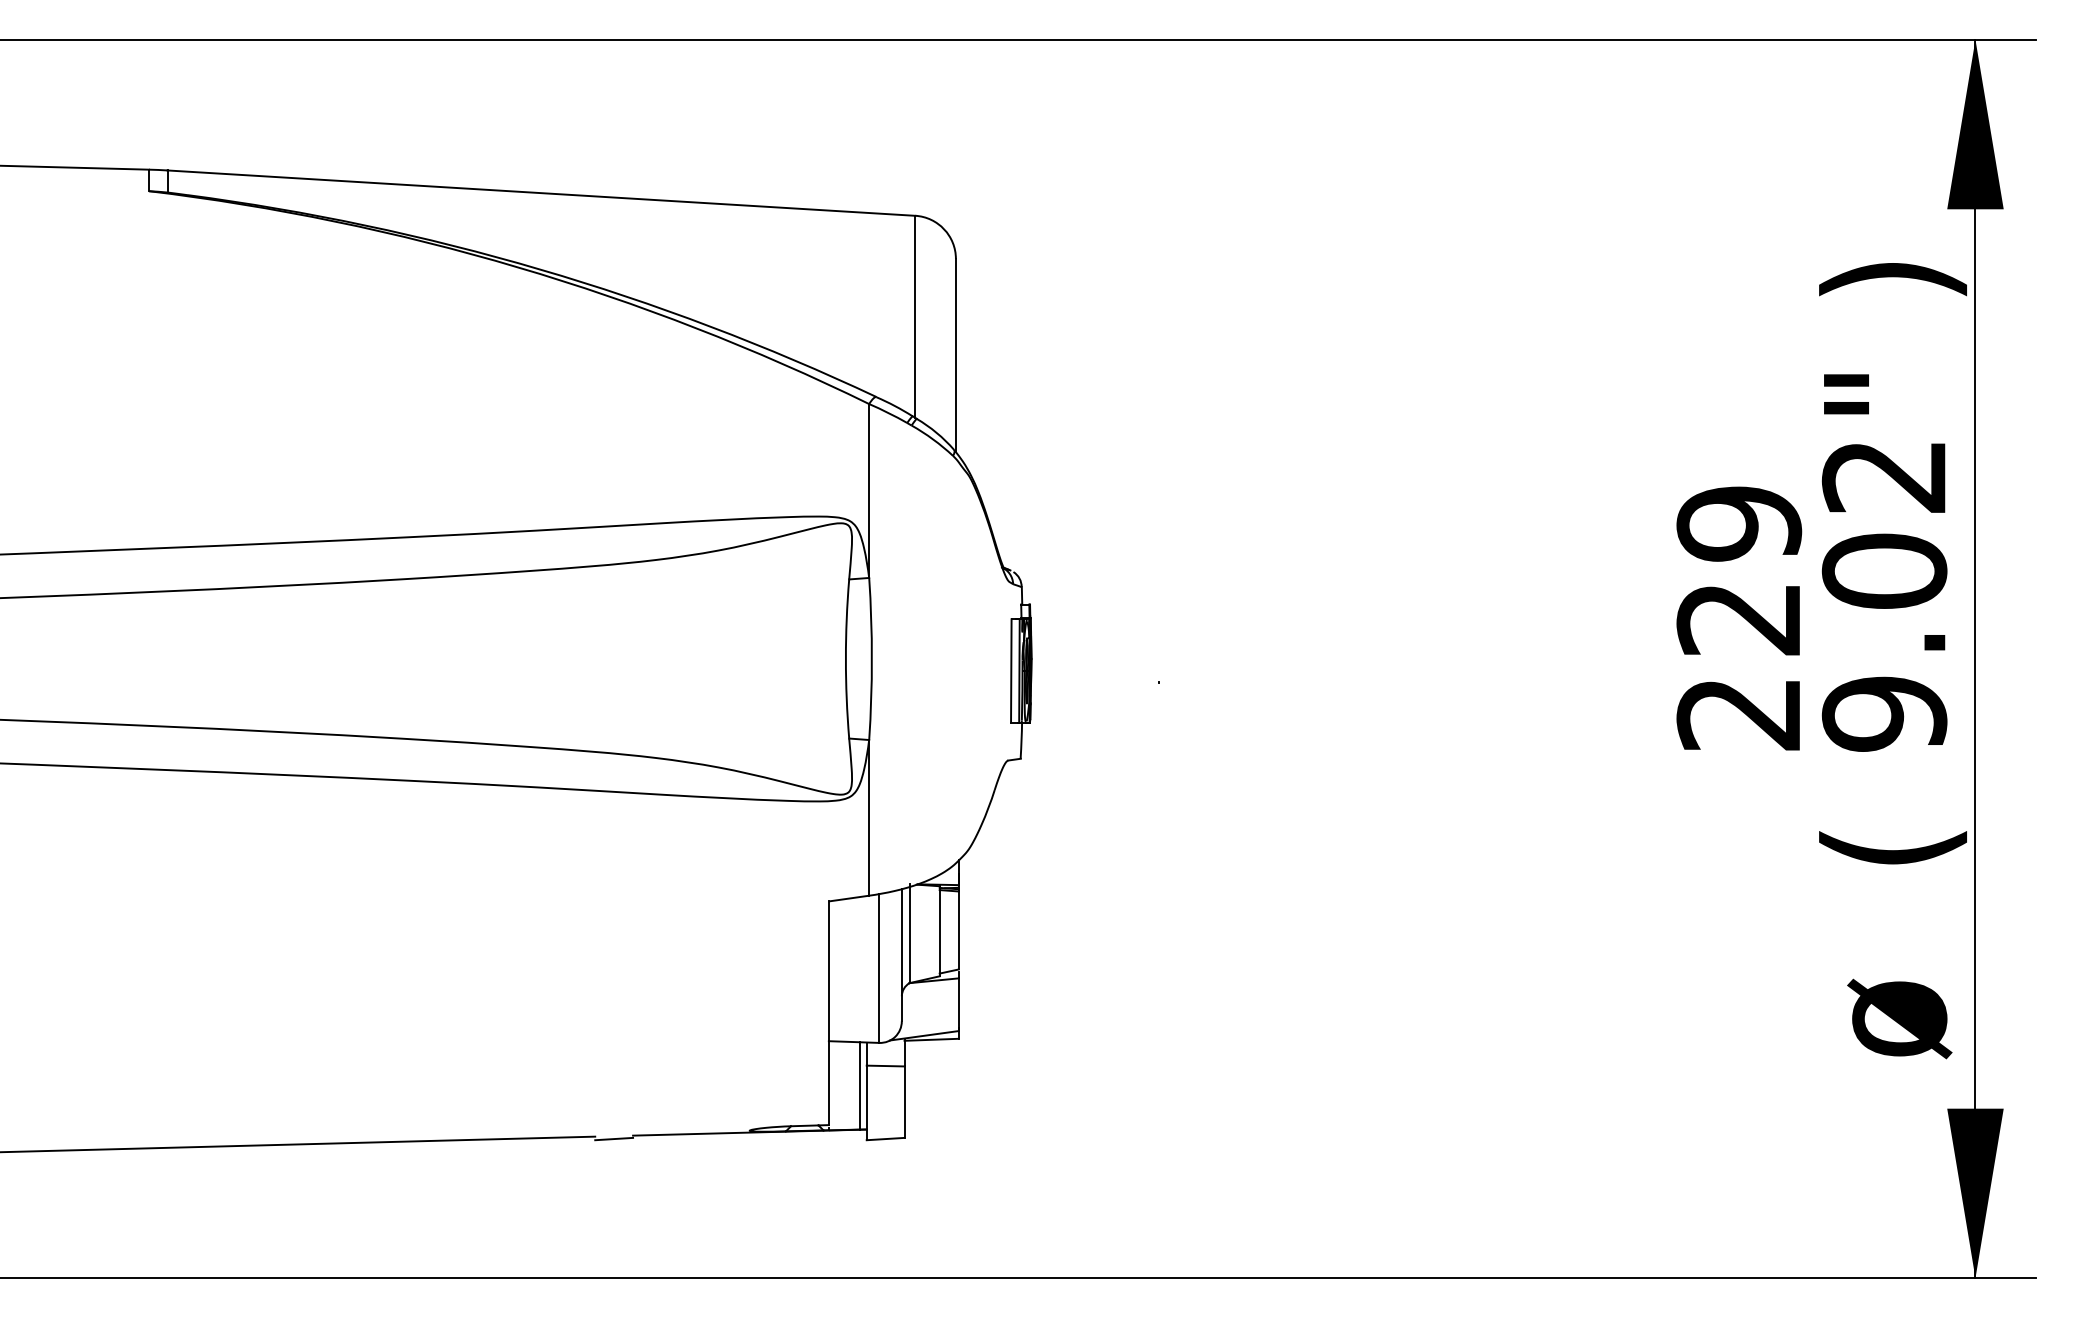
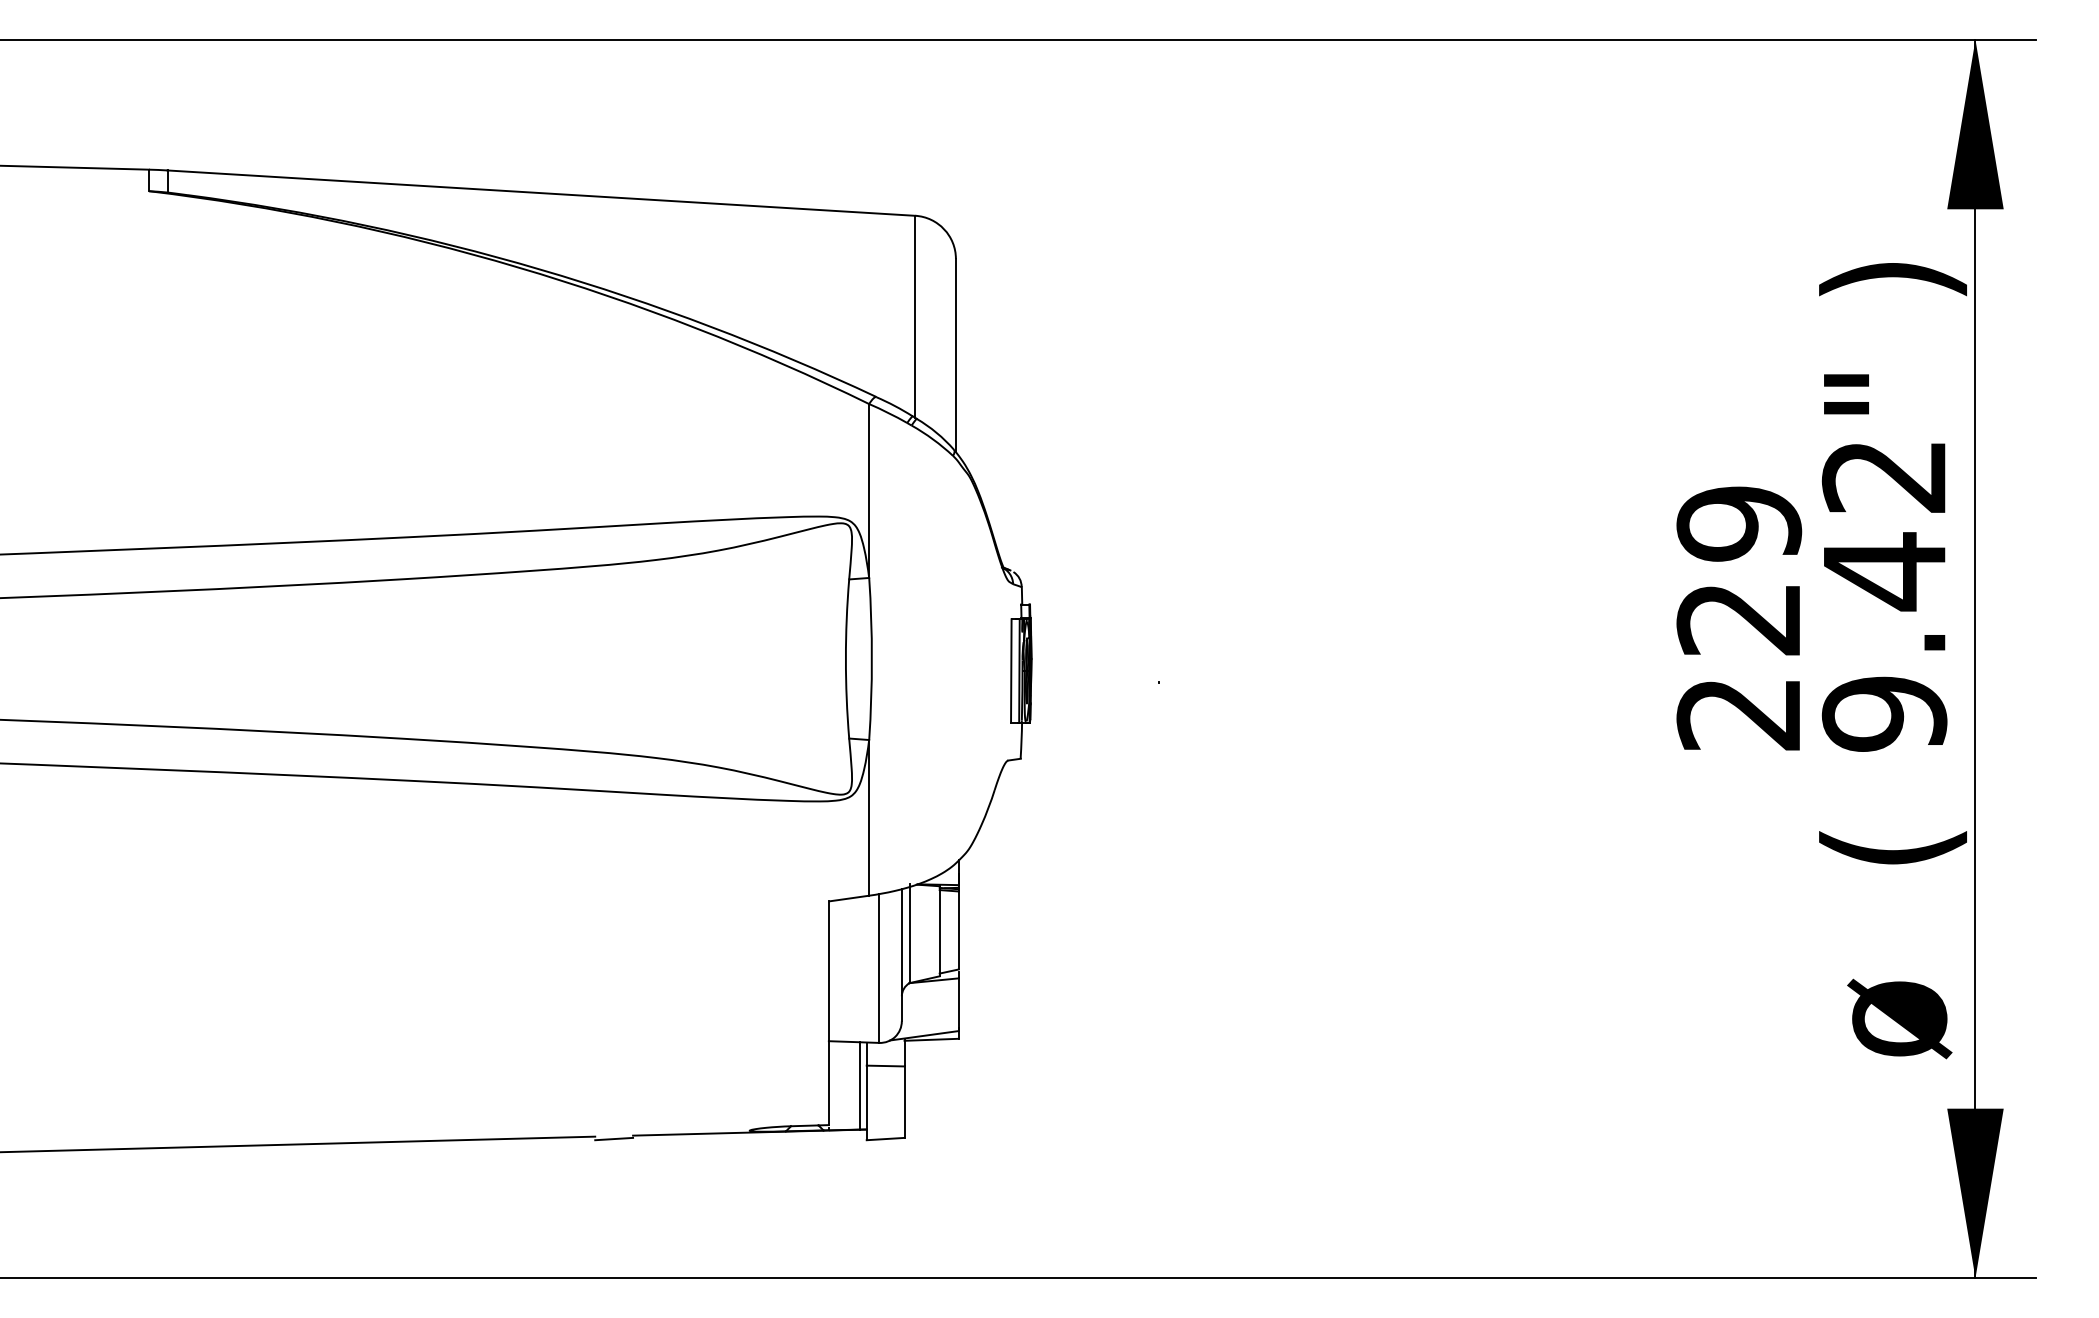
text at (1884, 571): 9.02" -> 9.42"
